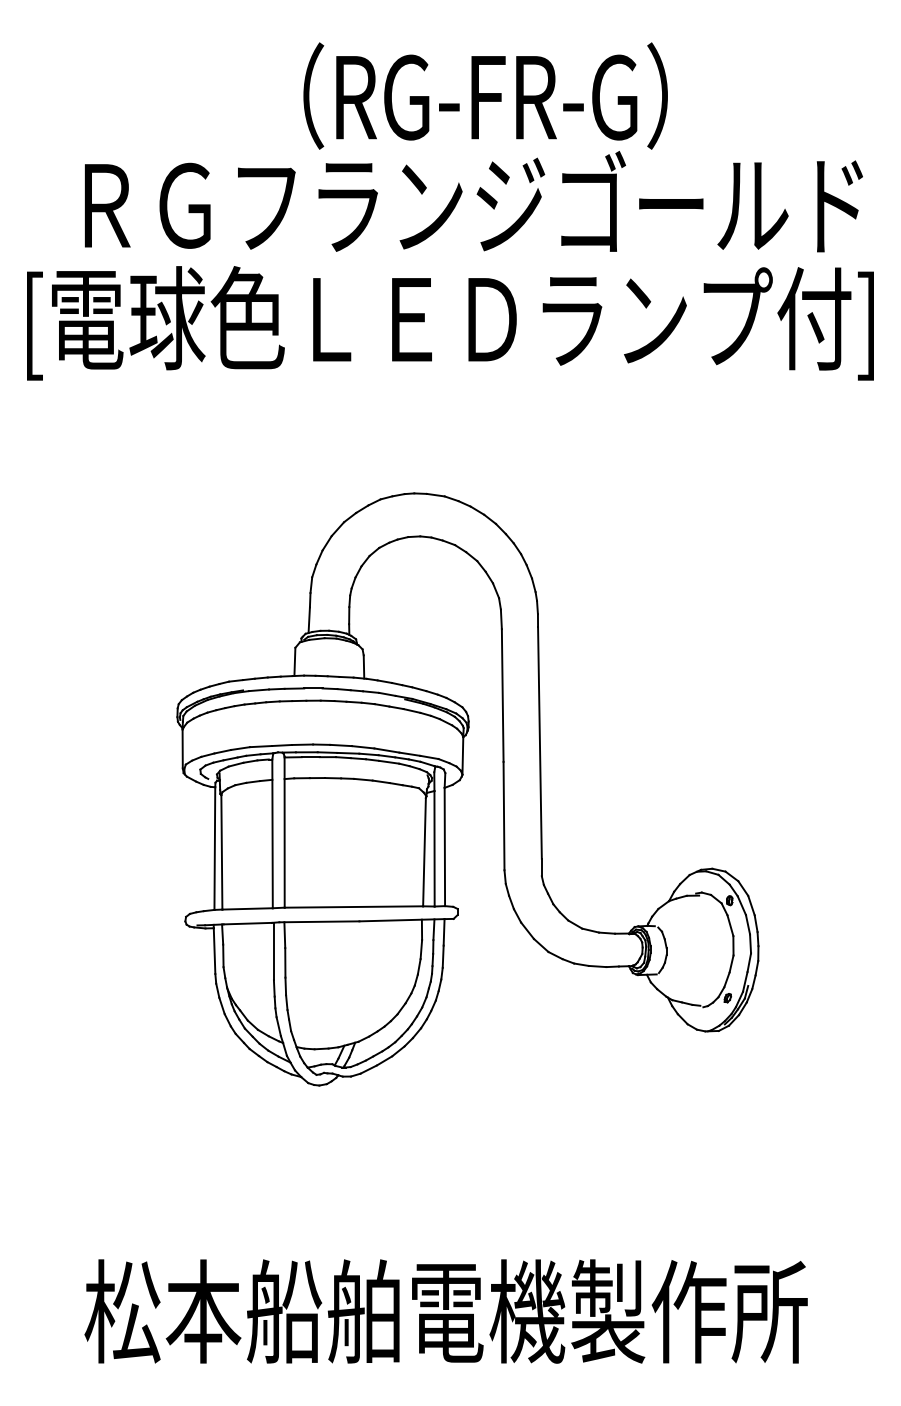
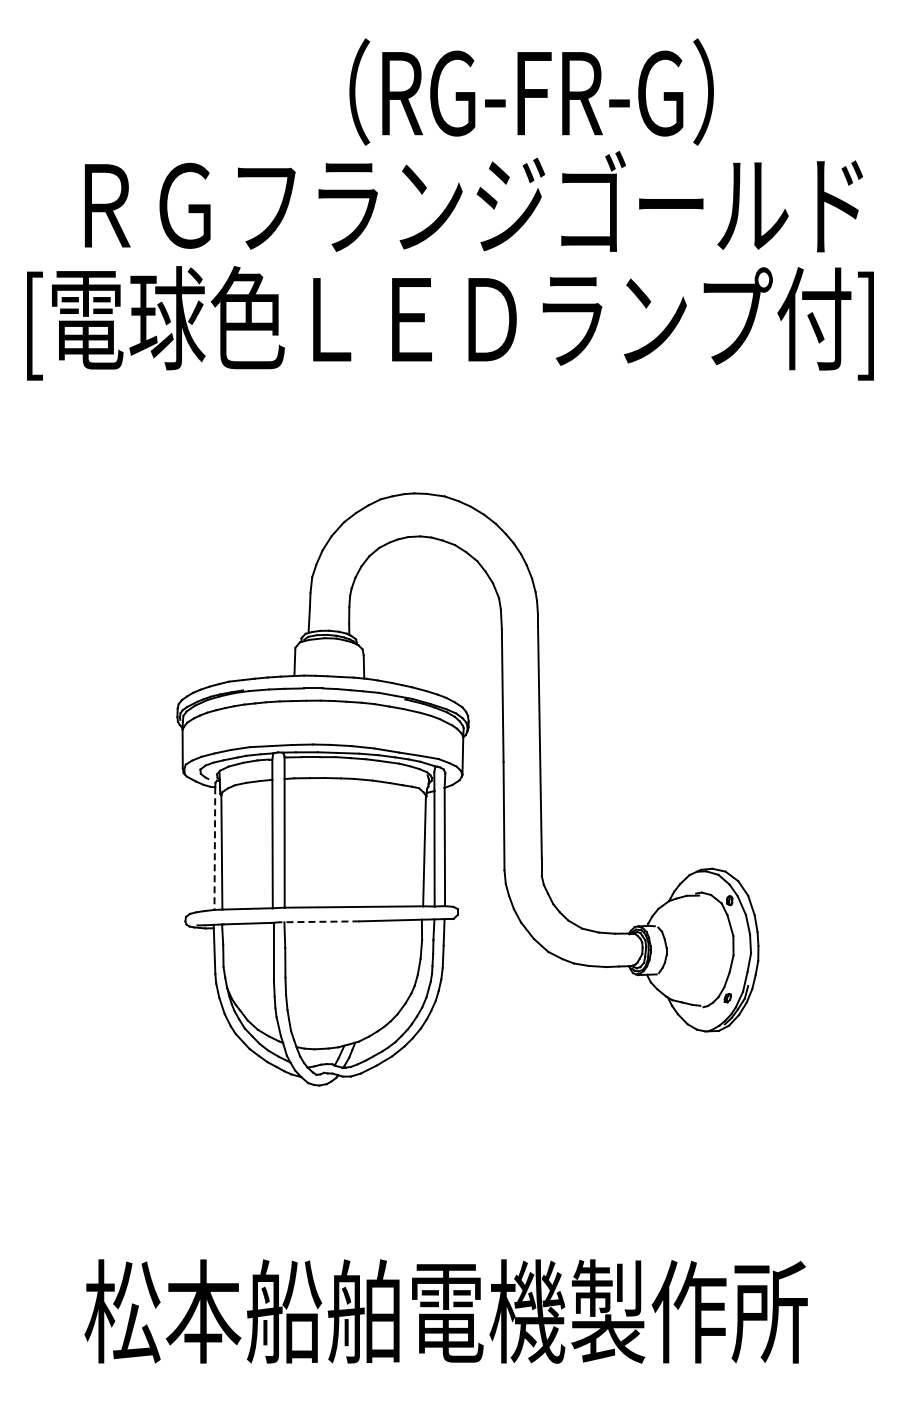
text at (485, 95) position: (485, 95) -> (531, 91)
line at (214, 849): solid -> dashed
line at (318, 921): solid -> dashed
